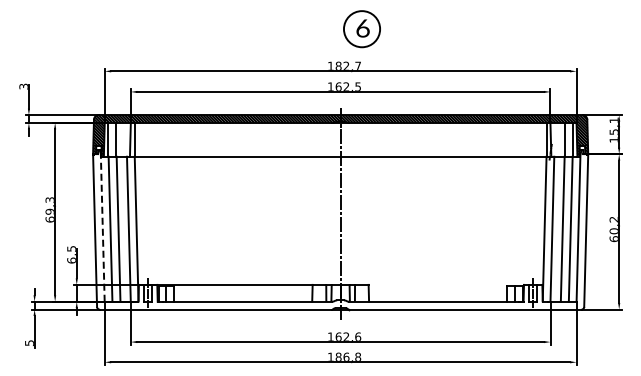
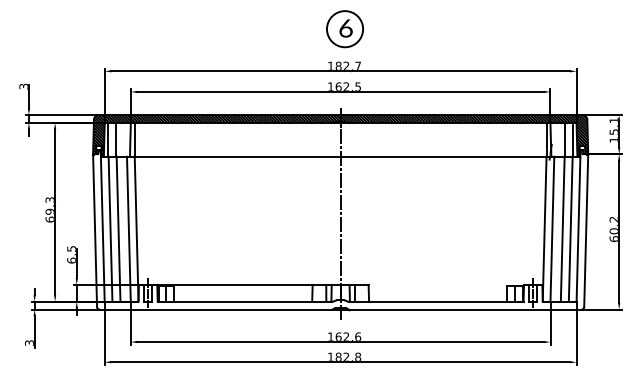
part at (361, 29) position: (361, 29) -> (344, 29)
line at (102, 227): dashed -> solid
text at (29, 342): 5 -> 3
text at (346, 356): 186,8 -> 182,8
